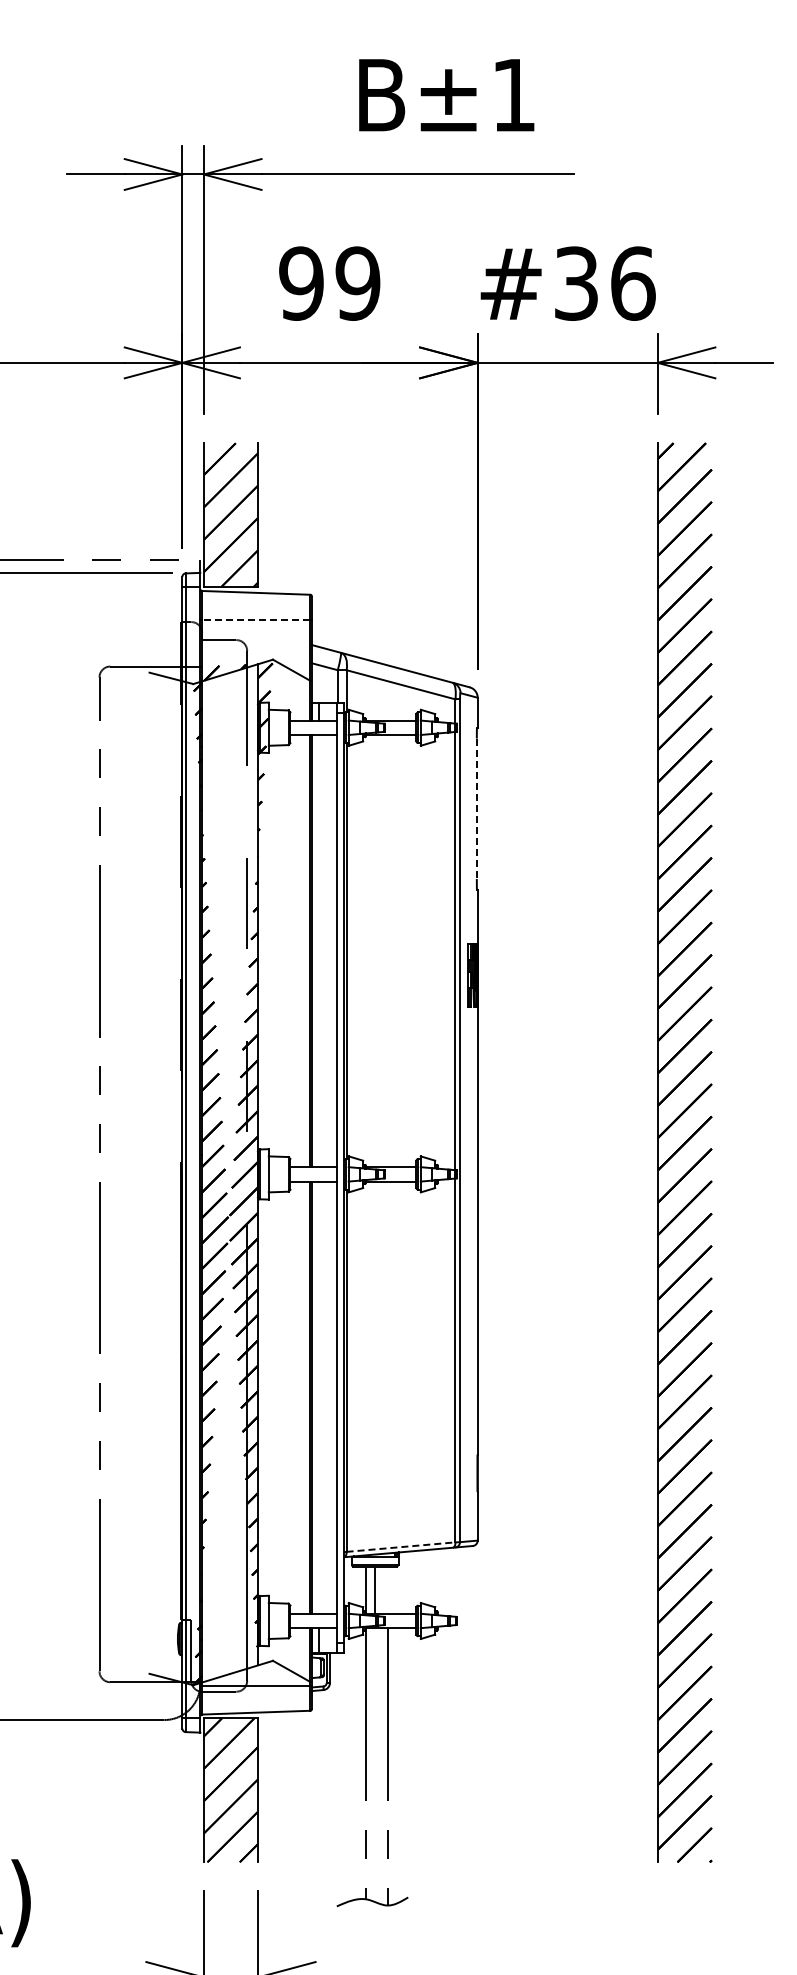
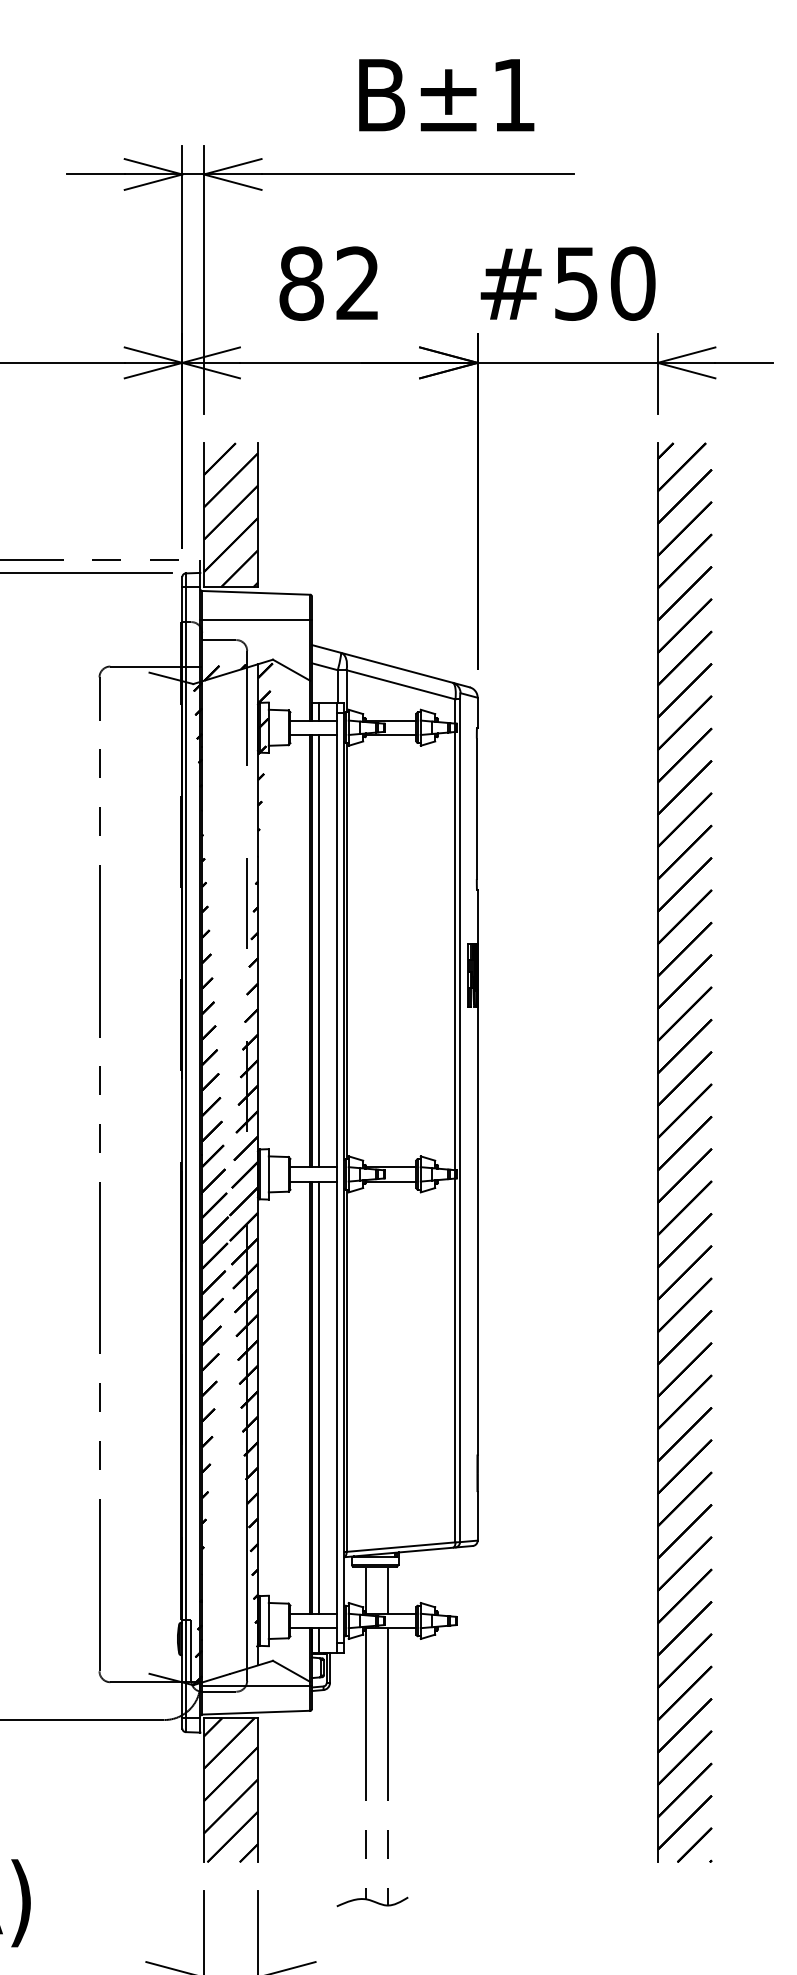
text at (329, 283): 99 -> 82
text at (605, 283): #36 -> #50
line at (255, 619): dashed -> solid
line at (476, 809): dashed -> solid
line at (319, 950): none -> present
line at (319, 1397): none -> present
line at (401, 1547): dashed -> solid
line at (375, 1590) position: (375, 1590) -> (388, 1590)
